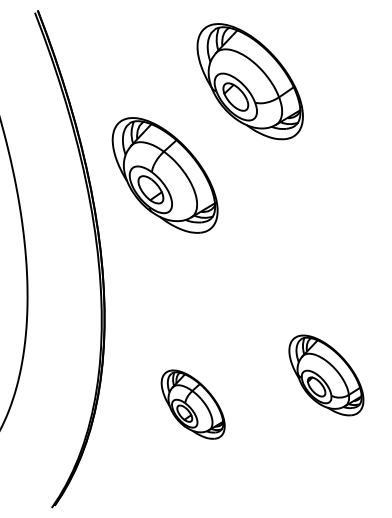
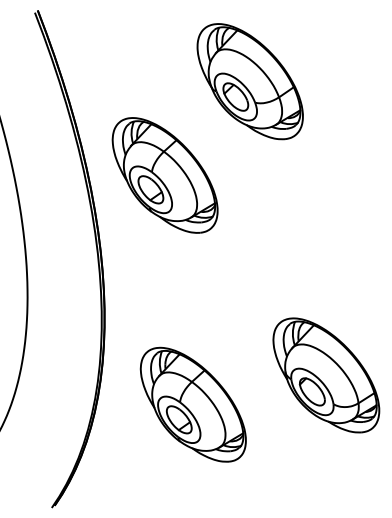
part at (326, 375) size: 77x83 px -> 109x117 px
part at (192, 404) size: 66x71 px -> 108x117 px
